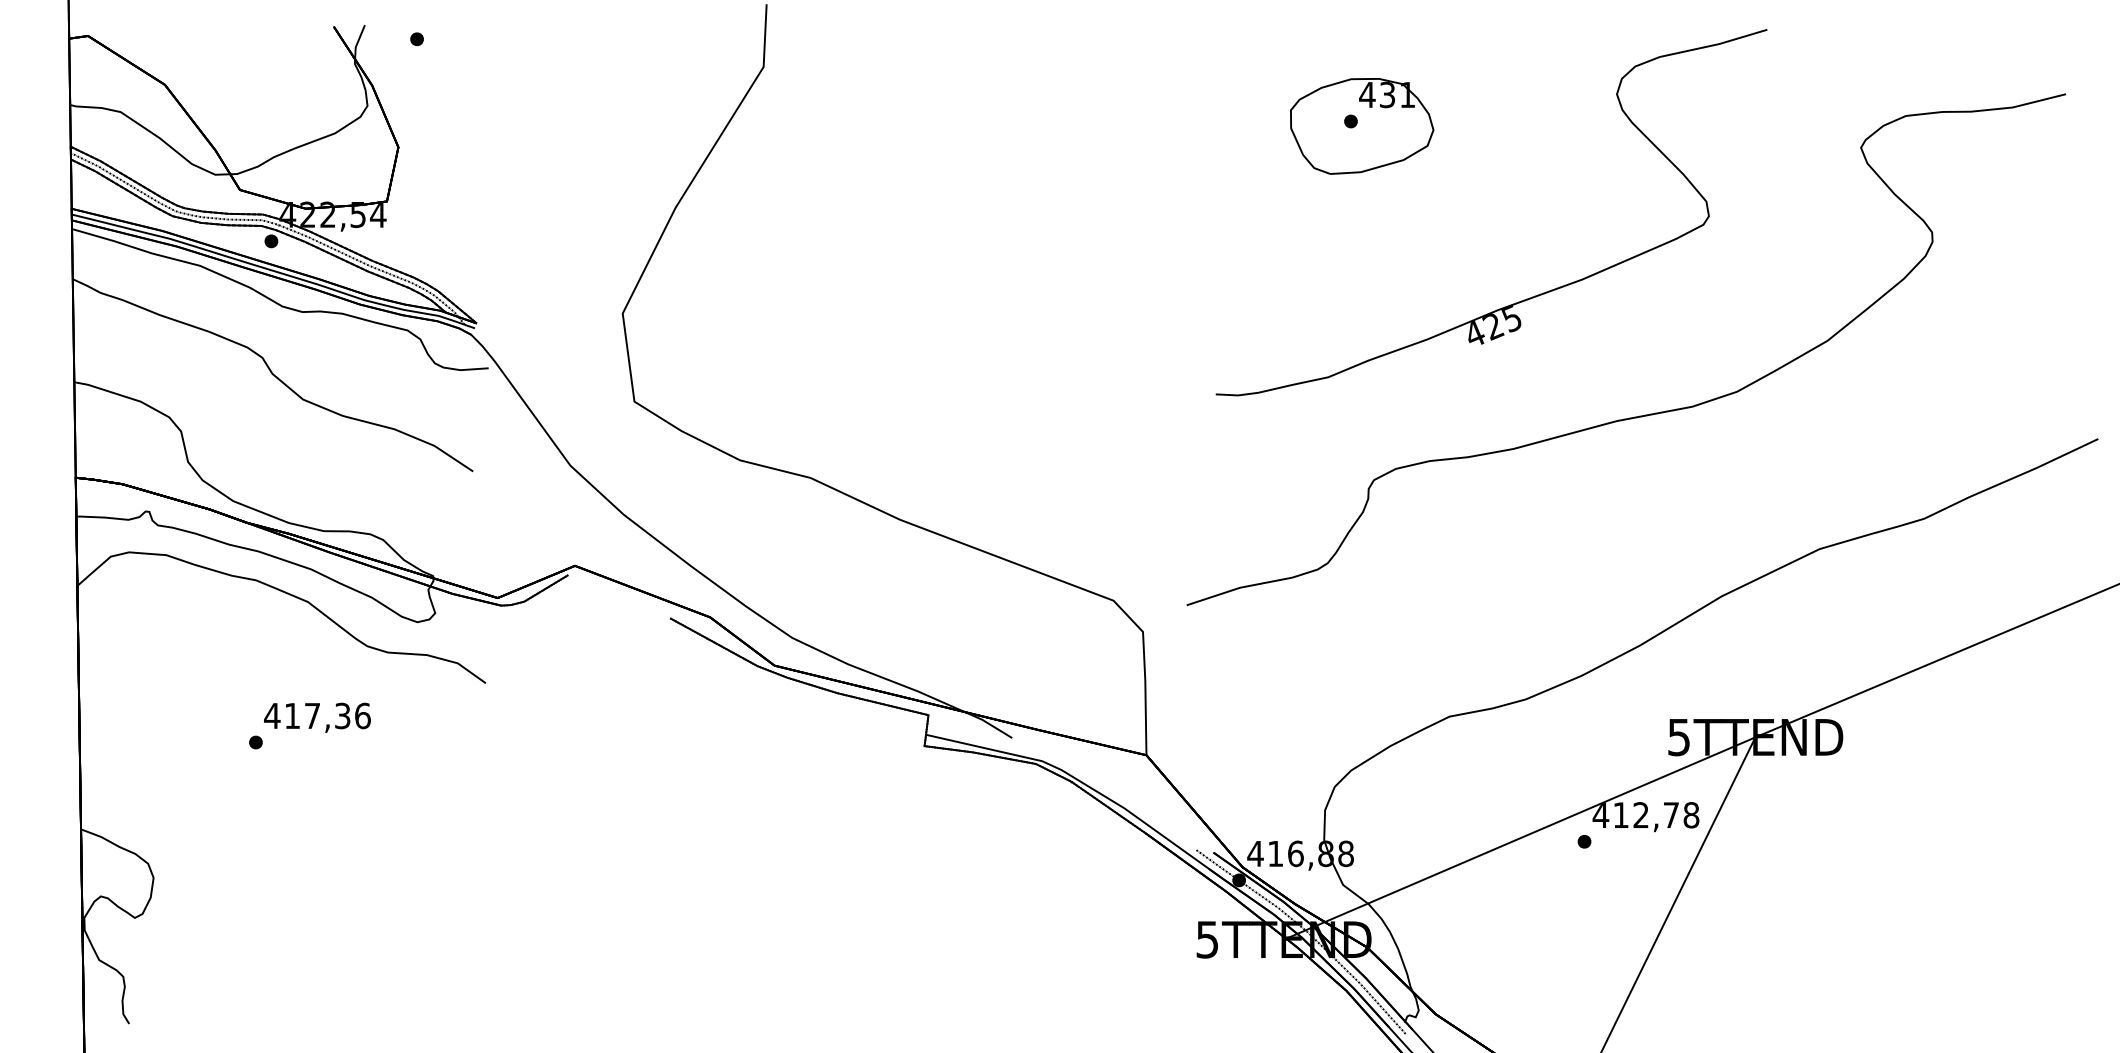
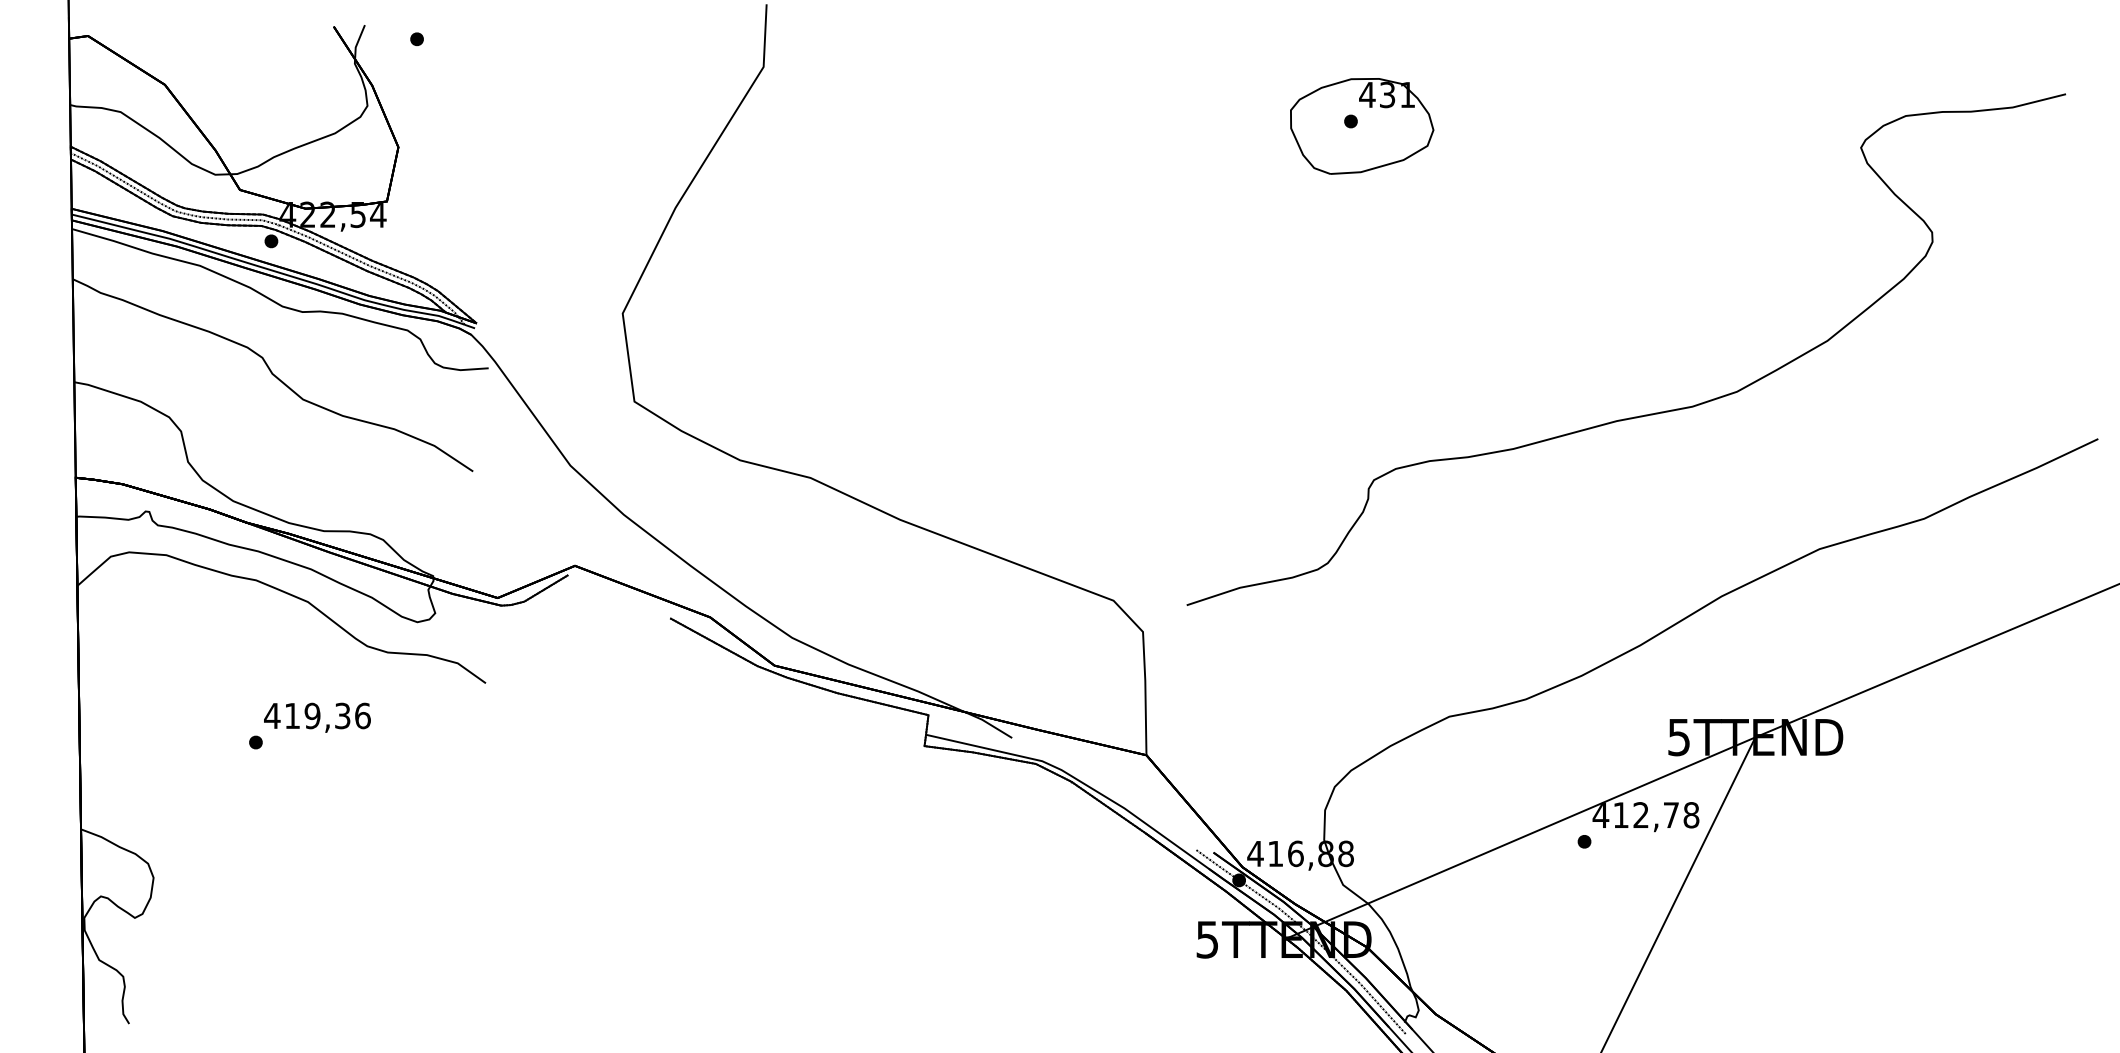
part at (1526, 298): present -> none
text at (312, 715): 417,36 -> 419,36
